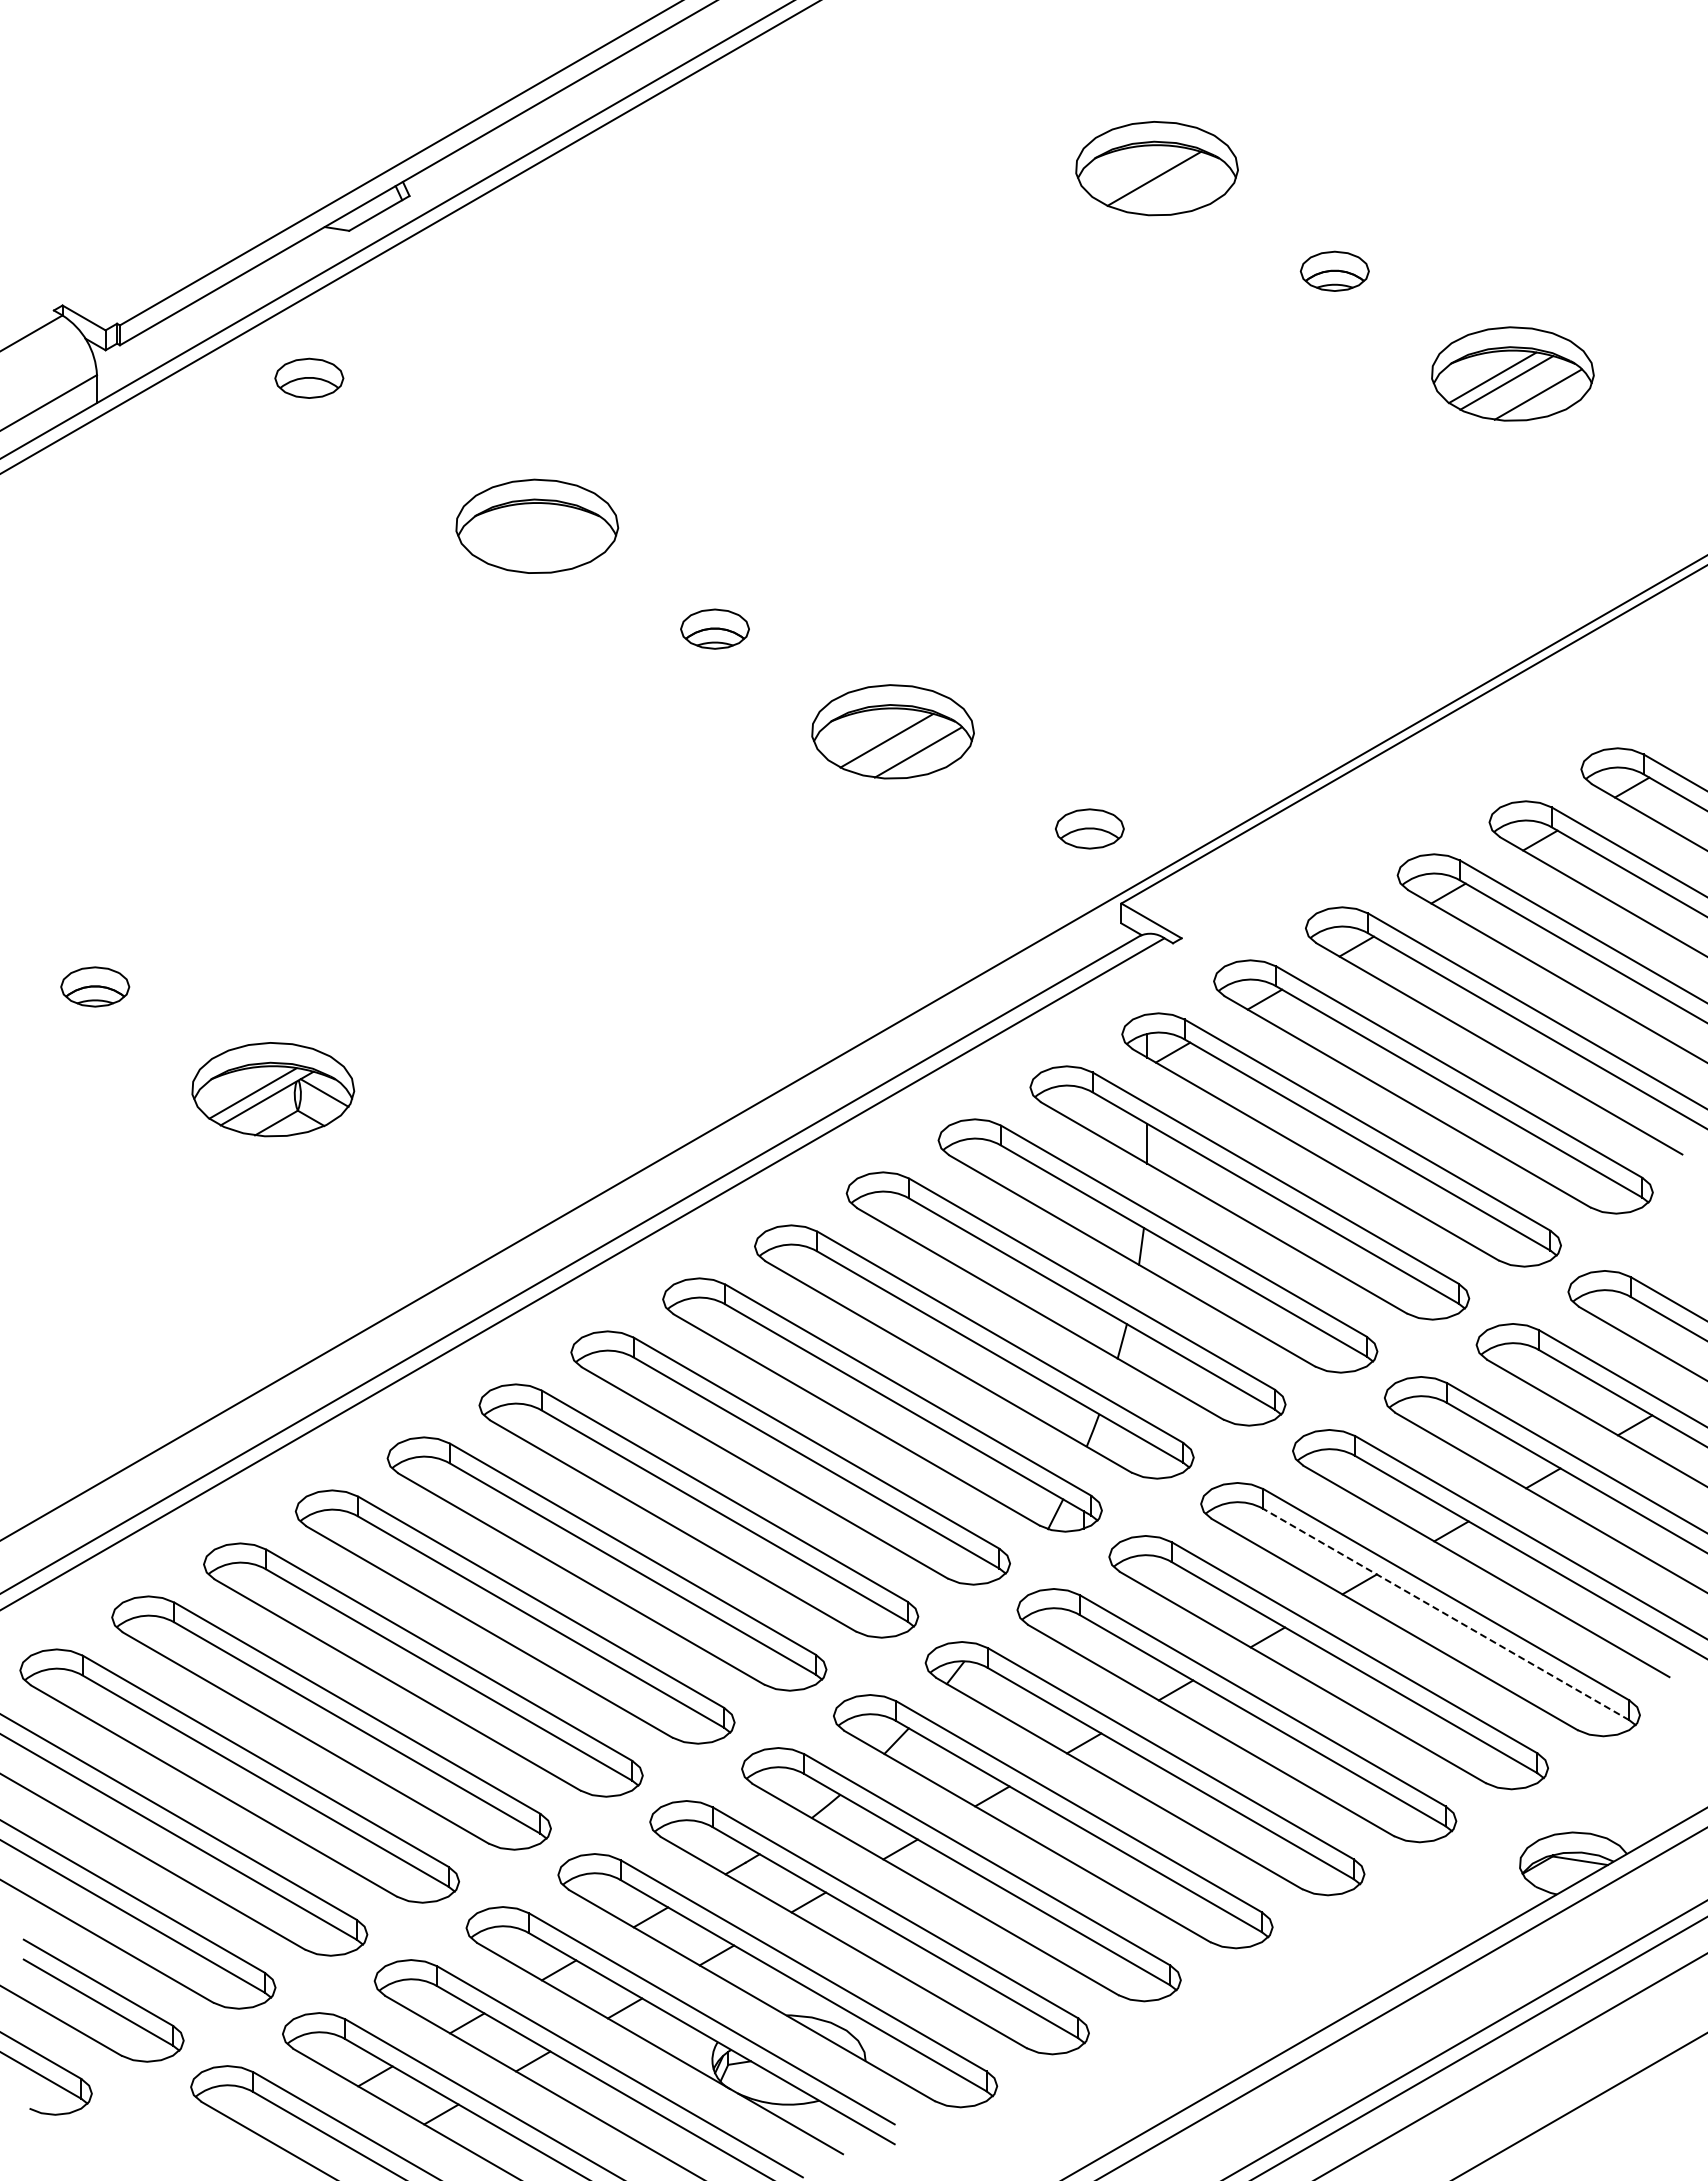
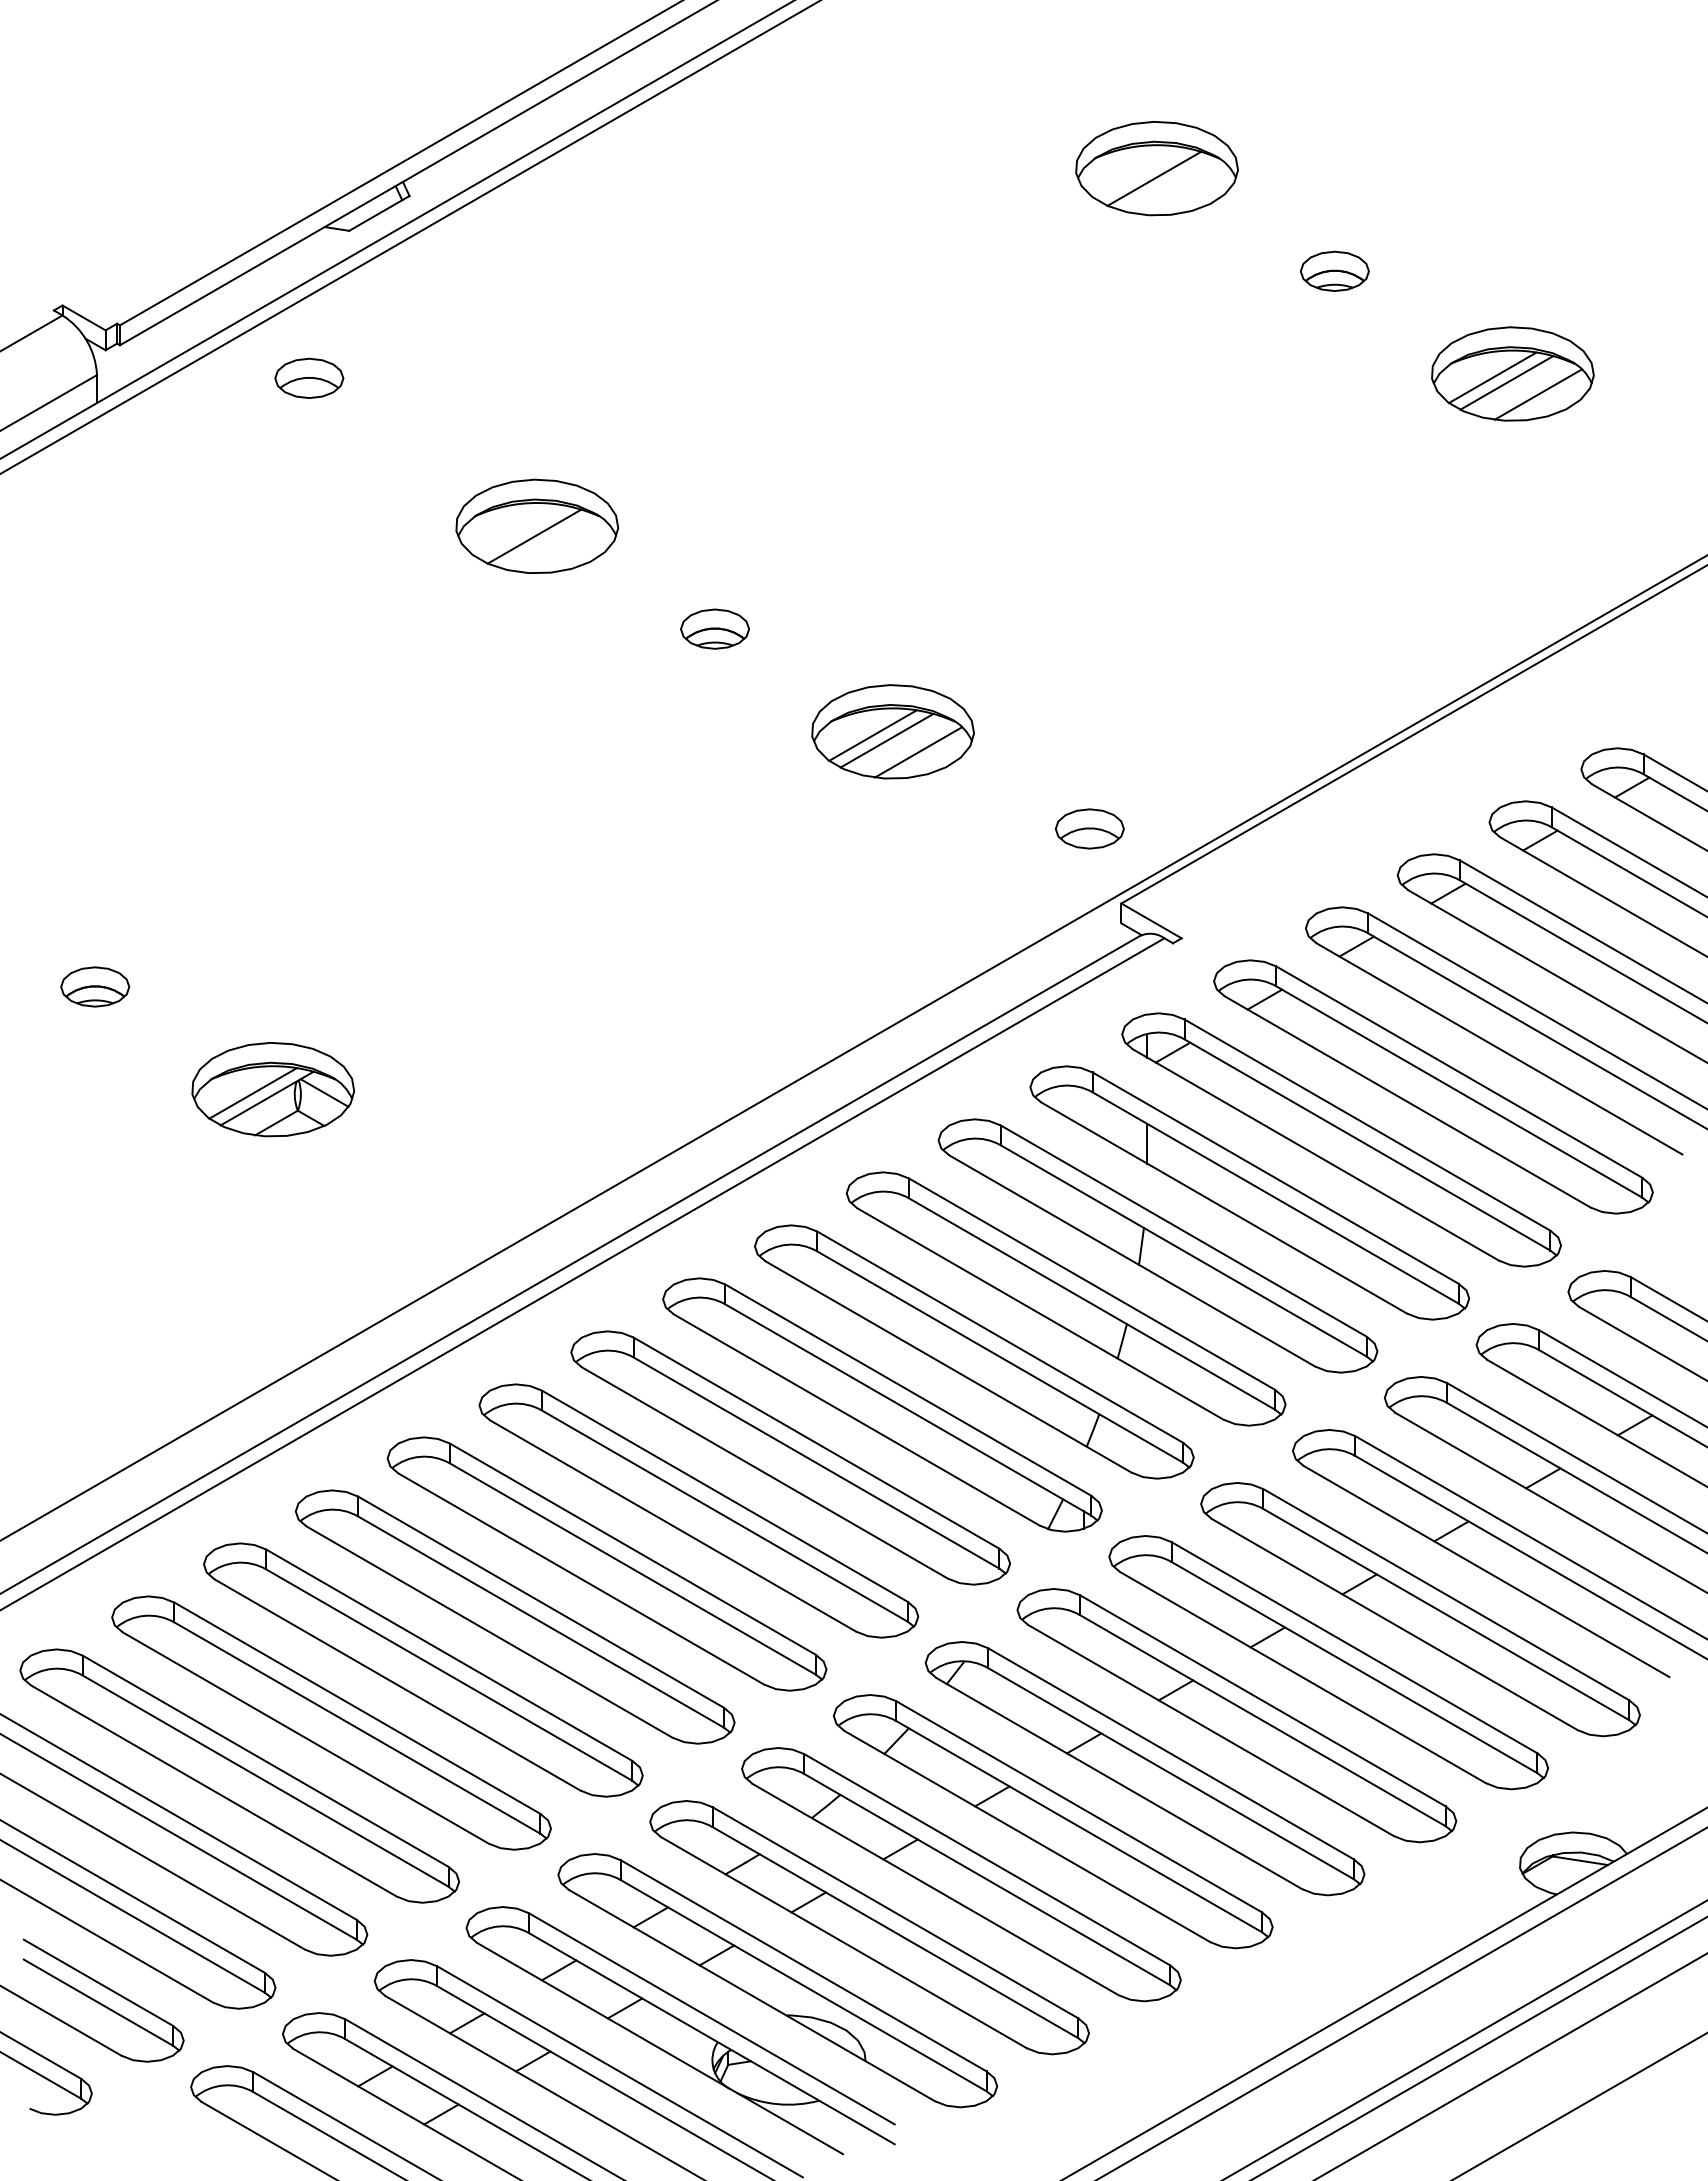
line at (534, 536): none -> present
line at (872, 735): none -> present
line at (1445, 1614): dashed -> solid
